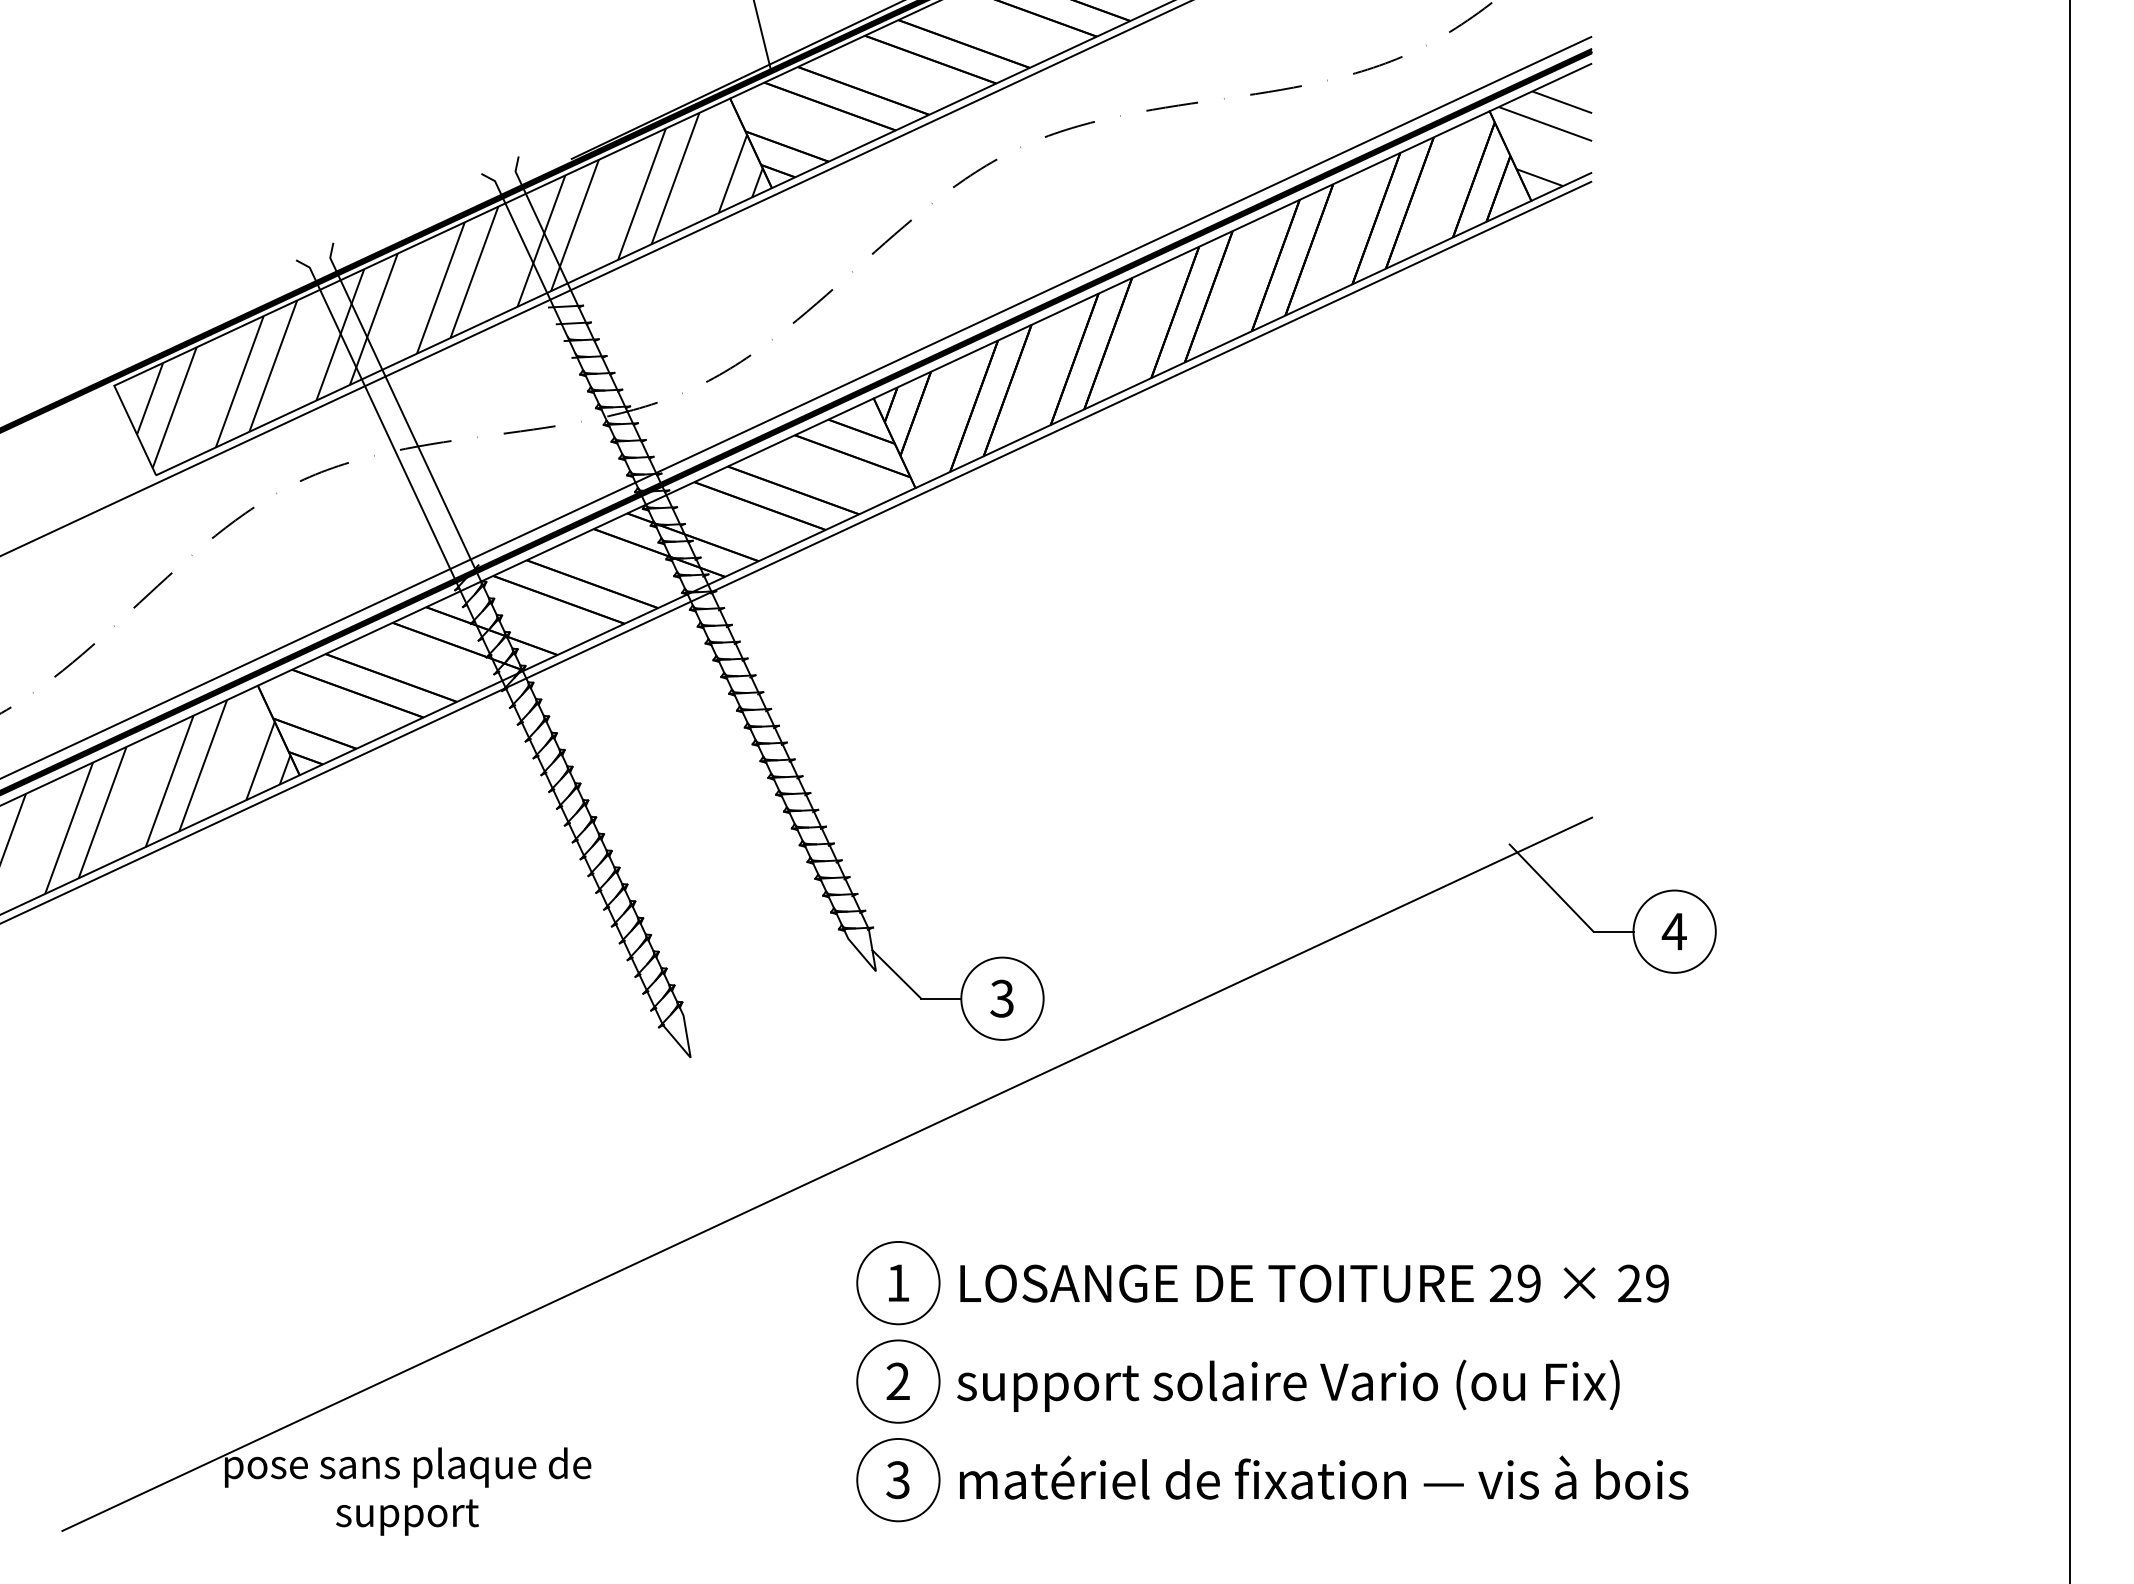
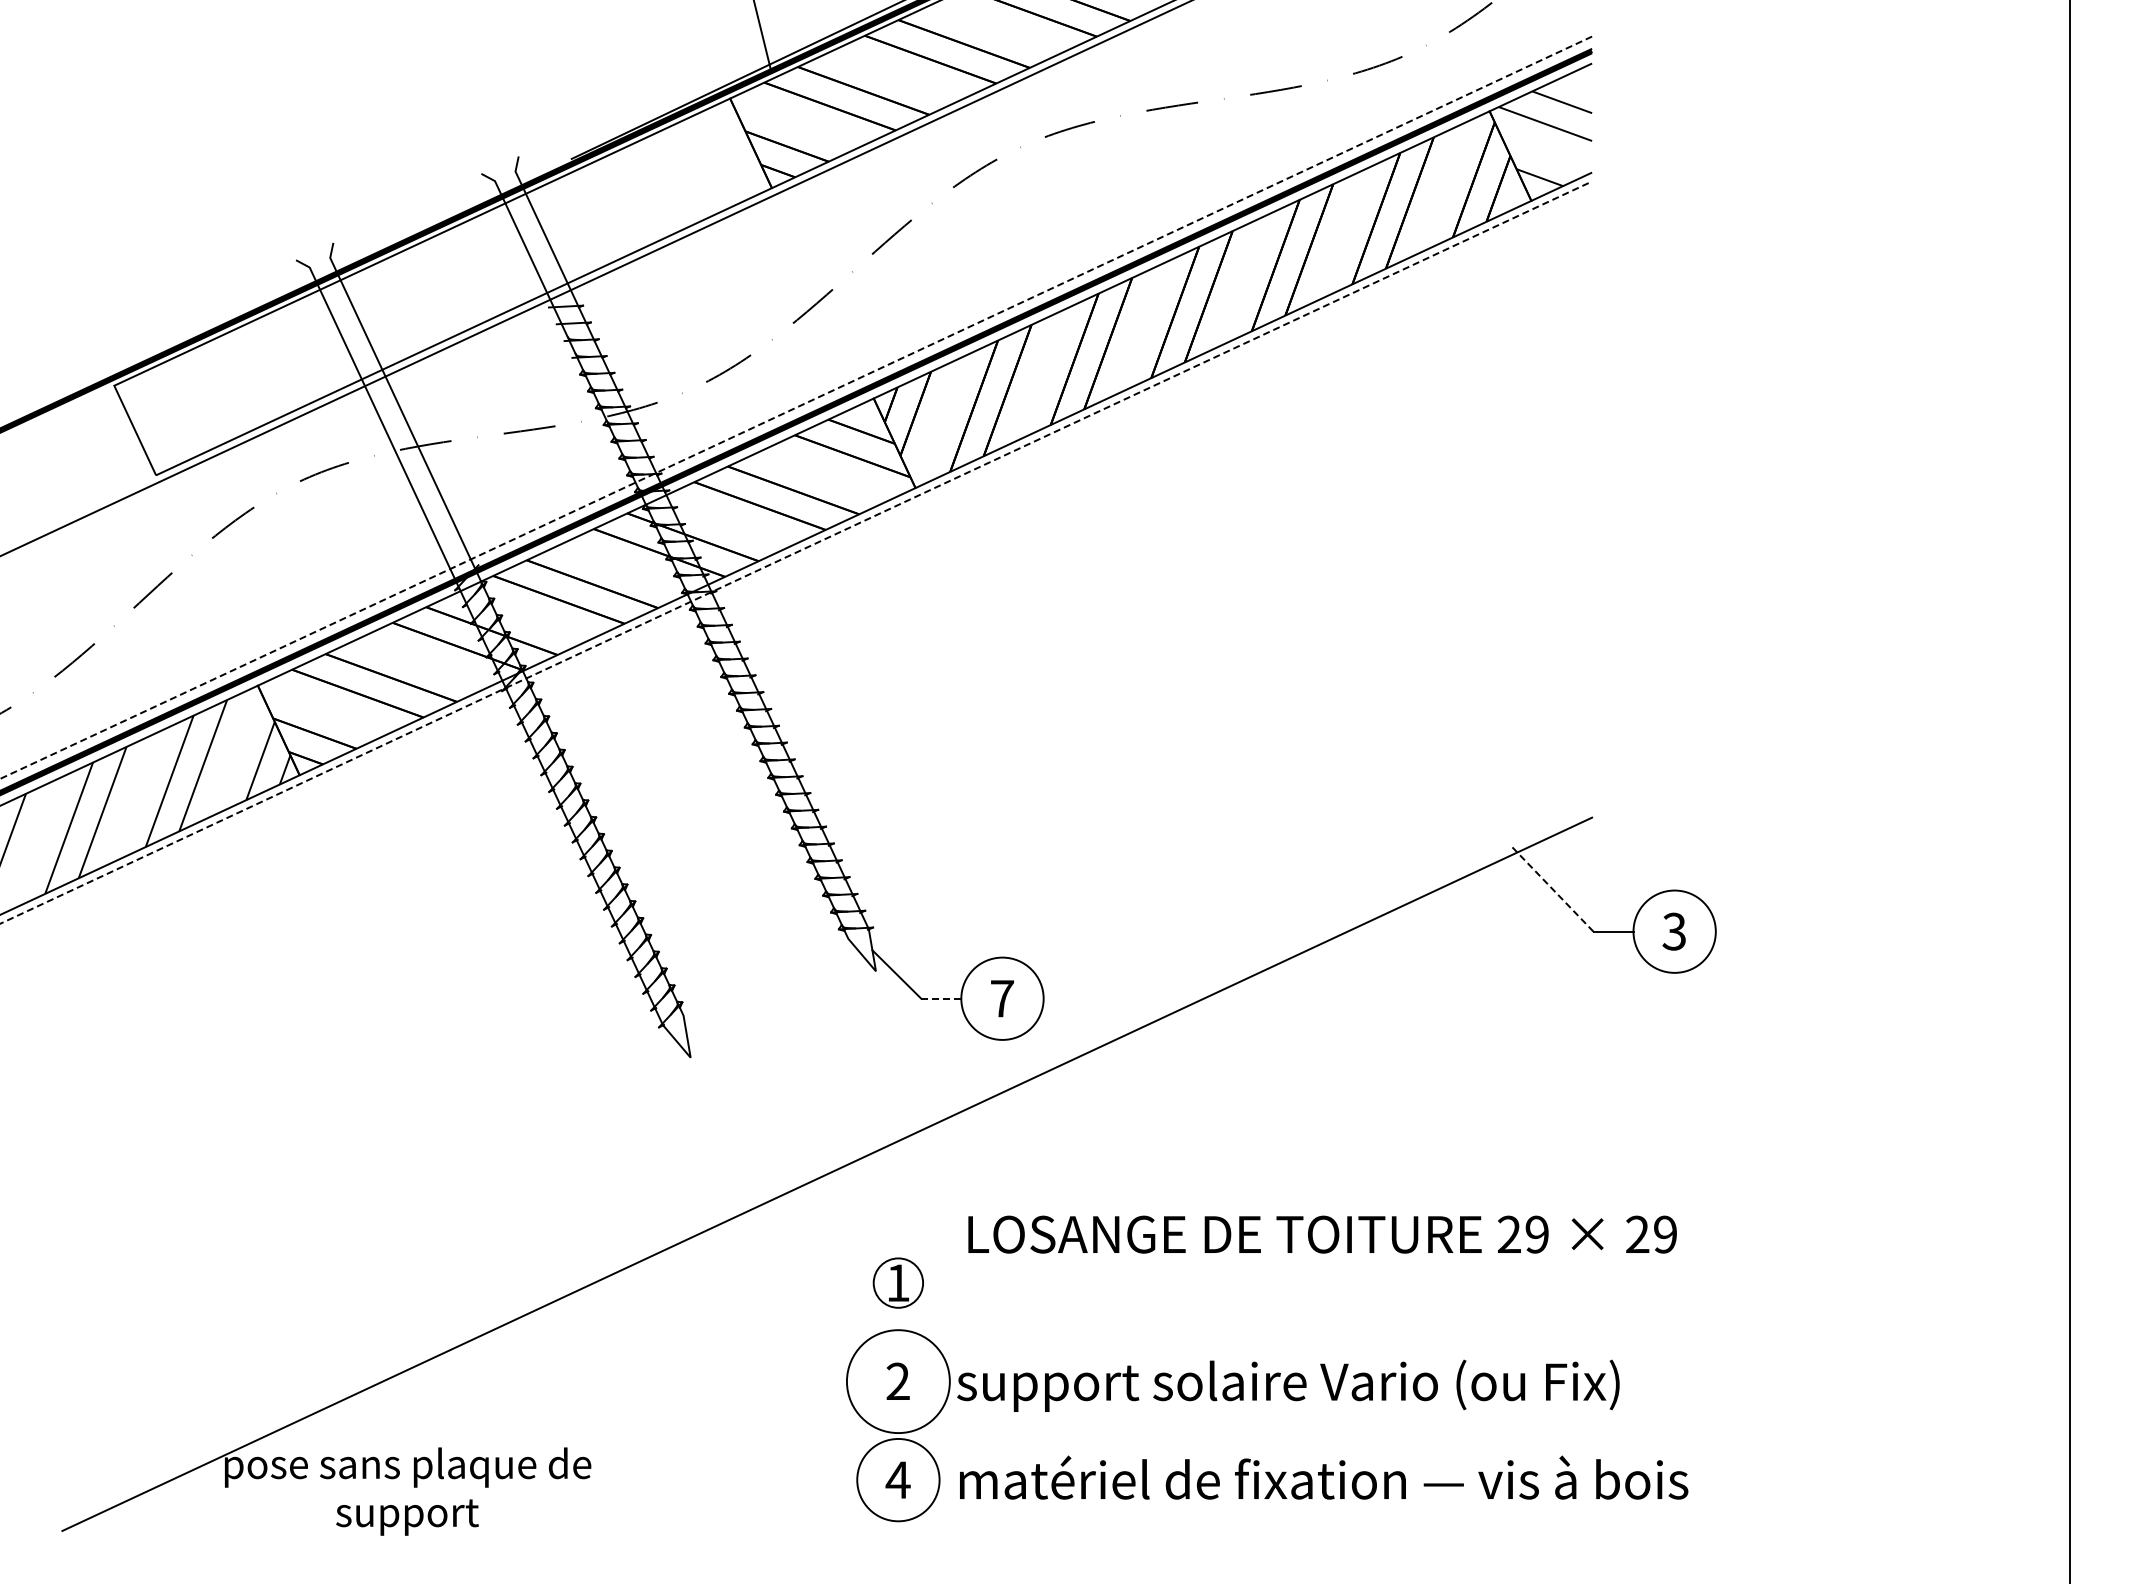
hatch at (449, 290): present -> none
line at (796, 407): solid -> dashed
line at (796, 552): solid -> dashed
line at (1551, 887): solid -> dashed
text at (1673, 931): 4 -> 3
line at (941, 998): solid -> dashed
text at (1001, 998): 3 -> 7
circle at (898, 1282) diameter: 82 px -> 49 px
text at (1314, 1283) position: (1314, 1283) -> (1322, 1234)
circle at (898, 1381) diameter: 82 px -> 103 px
text at (897, 1480): 3 -> 4
